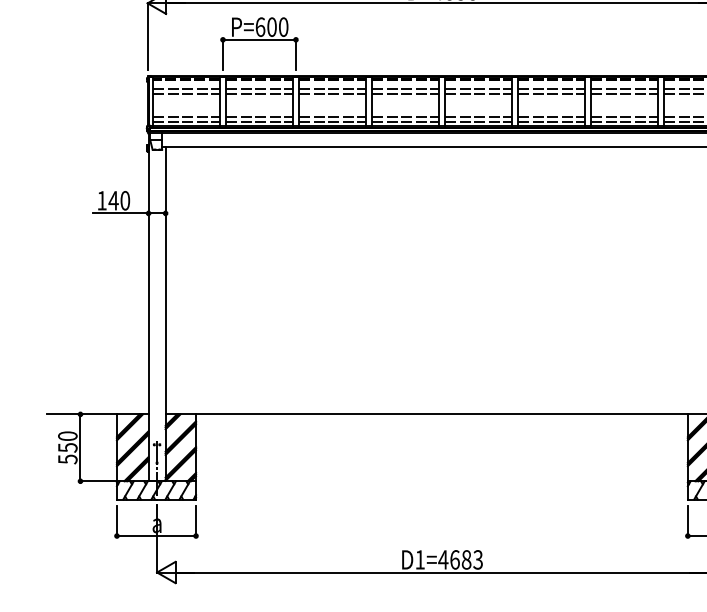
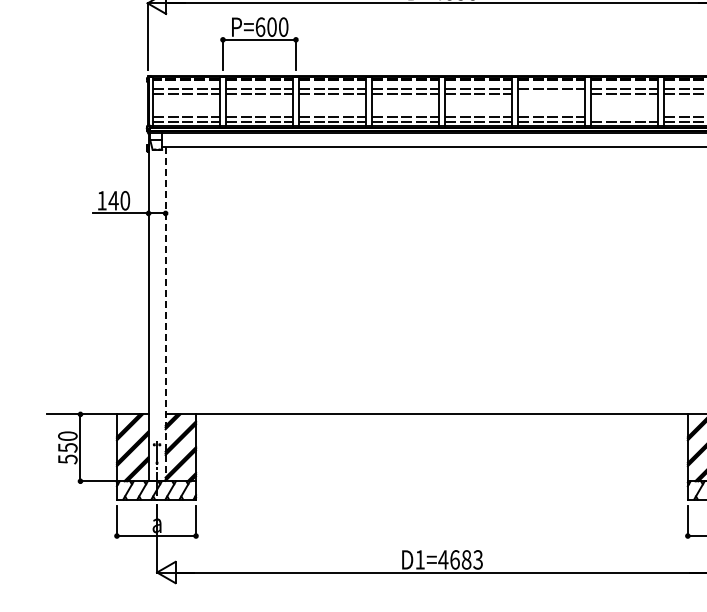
line at (550, 93): present -> none
line at (623, 116): present -> none
line at (165, 314): solid -> dashed
